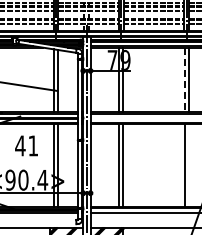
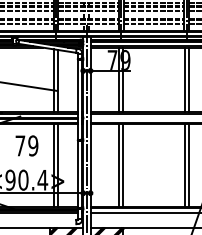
line at (184, 80): dashed -> solid
text at (26, 145): 41 -> 79
line at (188, 165): none -> present
